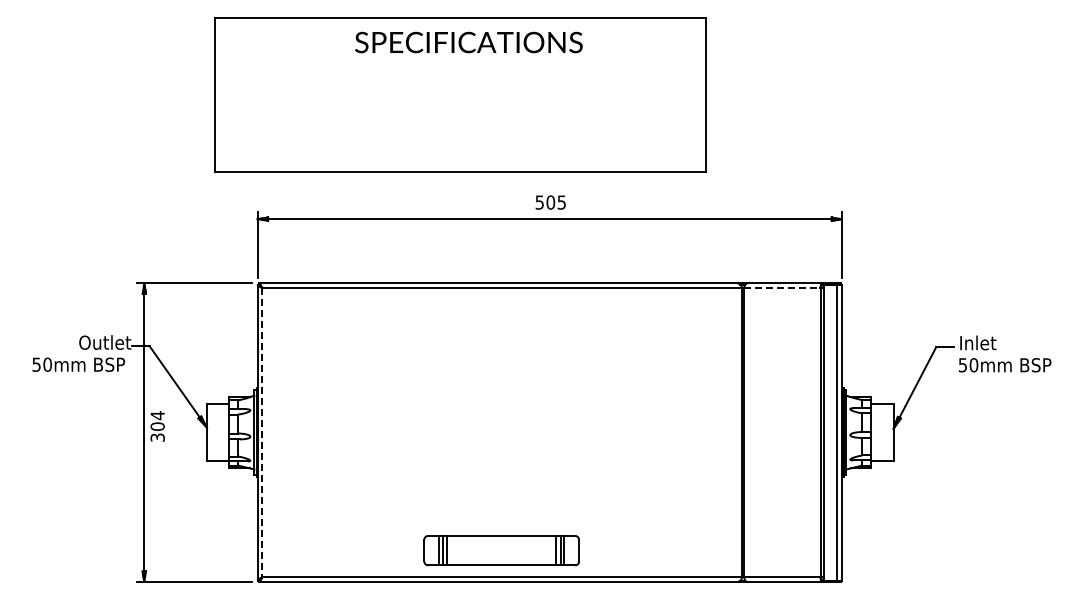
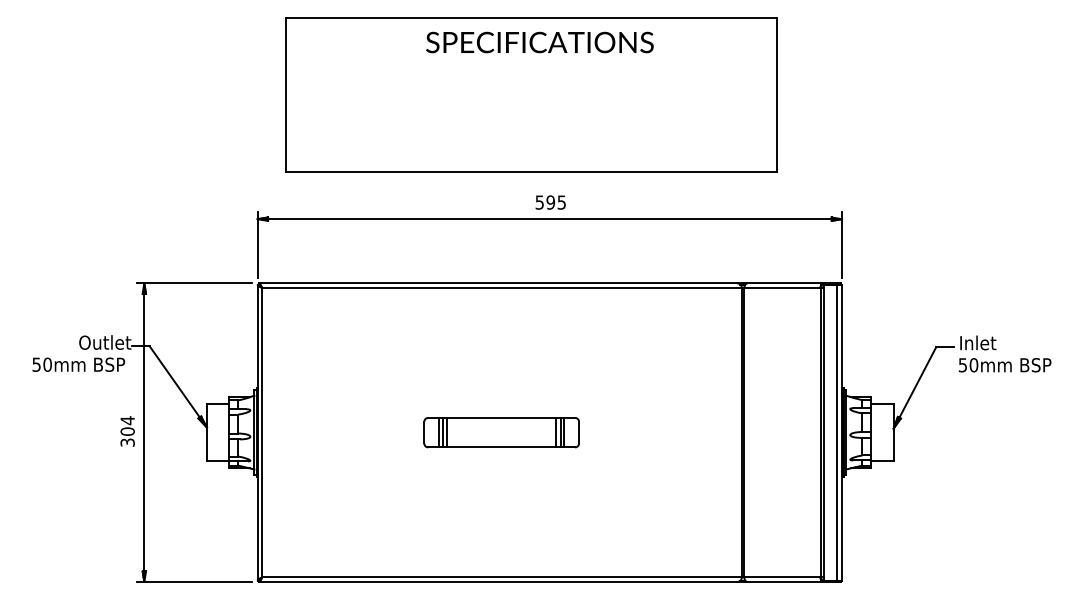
part at (460, 94) position: (460, 94) -> (531, 94)
text at (550, 202): 505 -> 595
line at (782, 288): dashed -> solid
text at (157, 426) position: (157, 426) -> (127, 431)
line at (262, 432): dashed -> solid
part at (501, 550) position: (501, 550) -> (501, 432)
